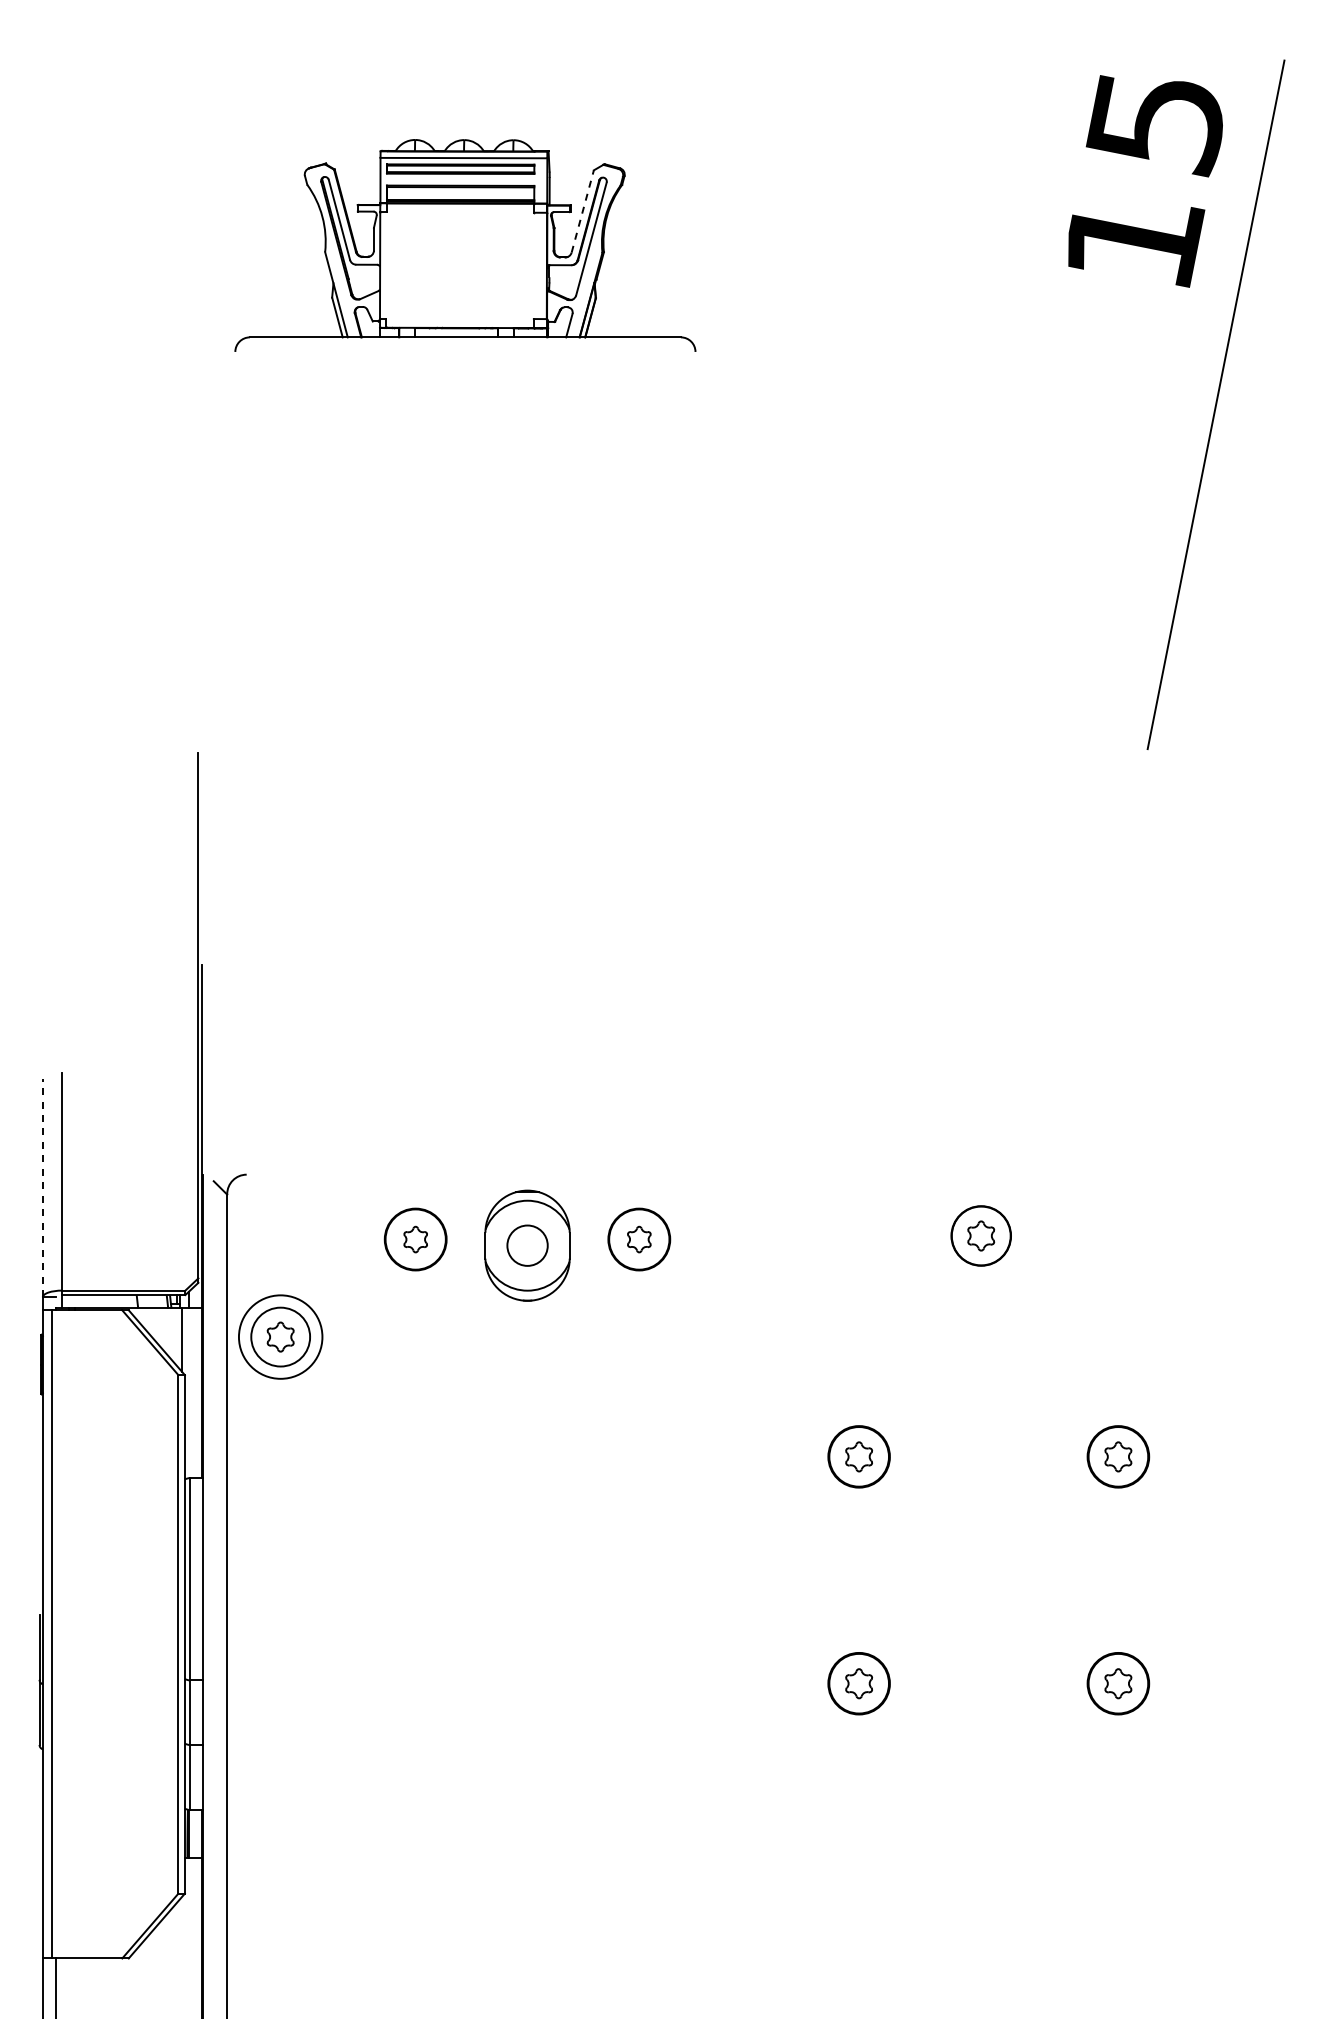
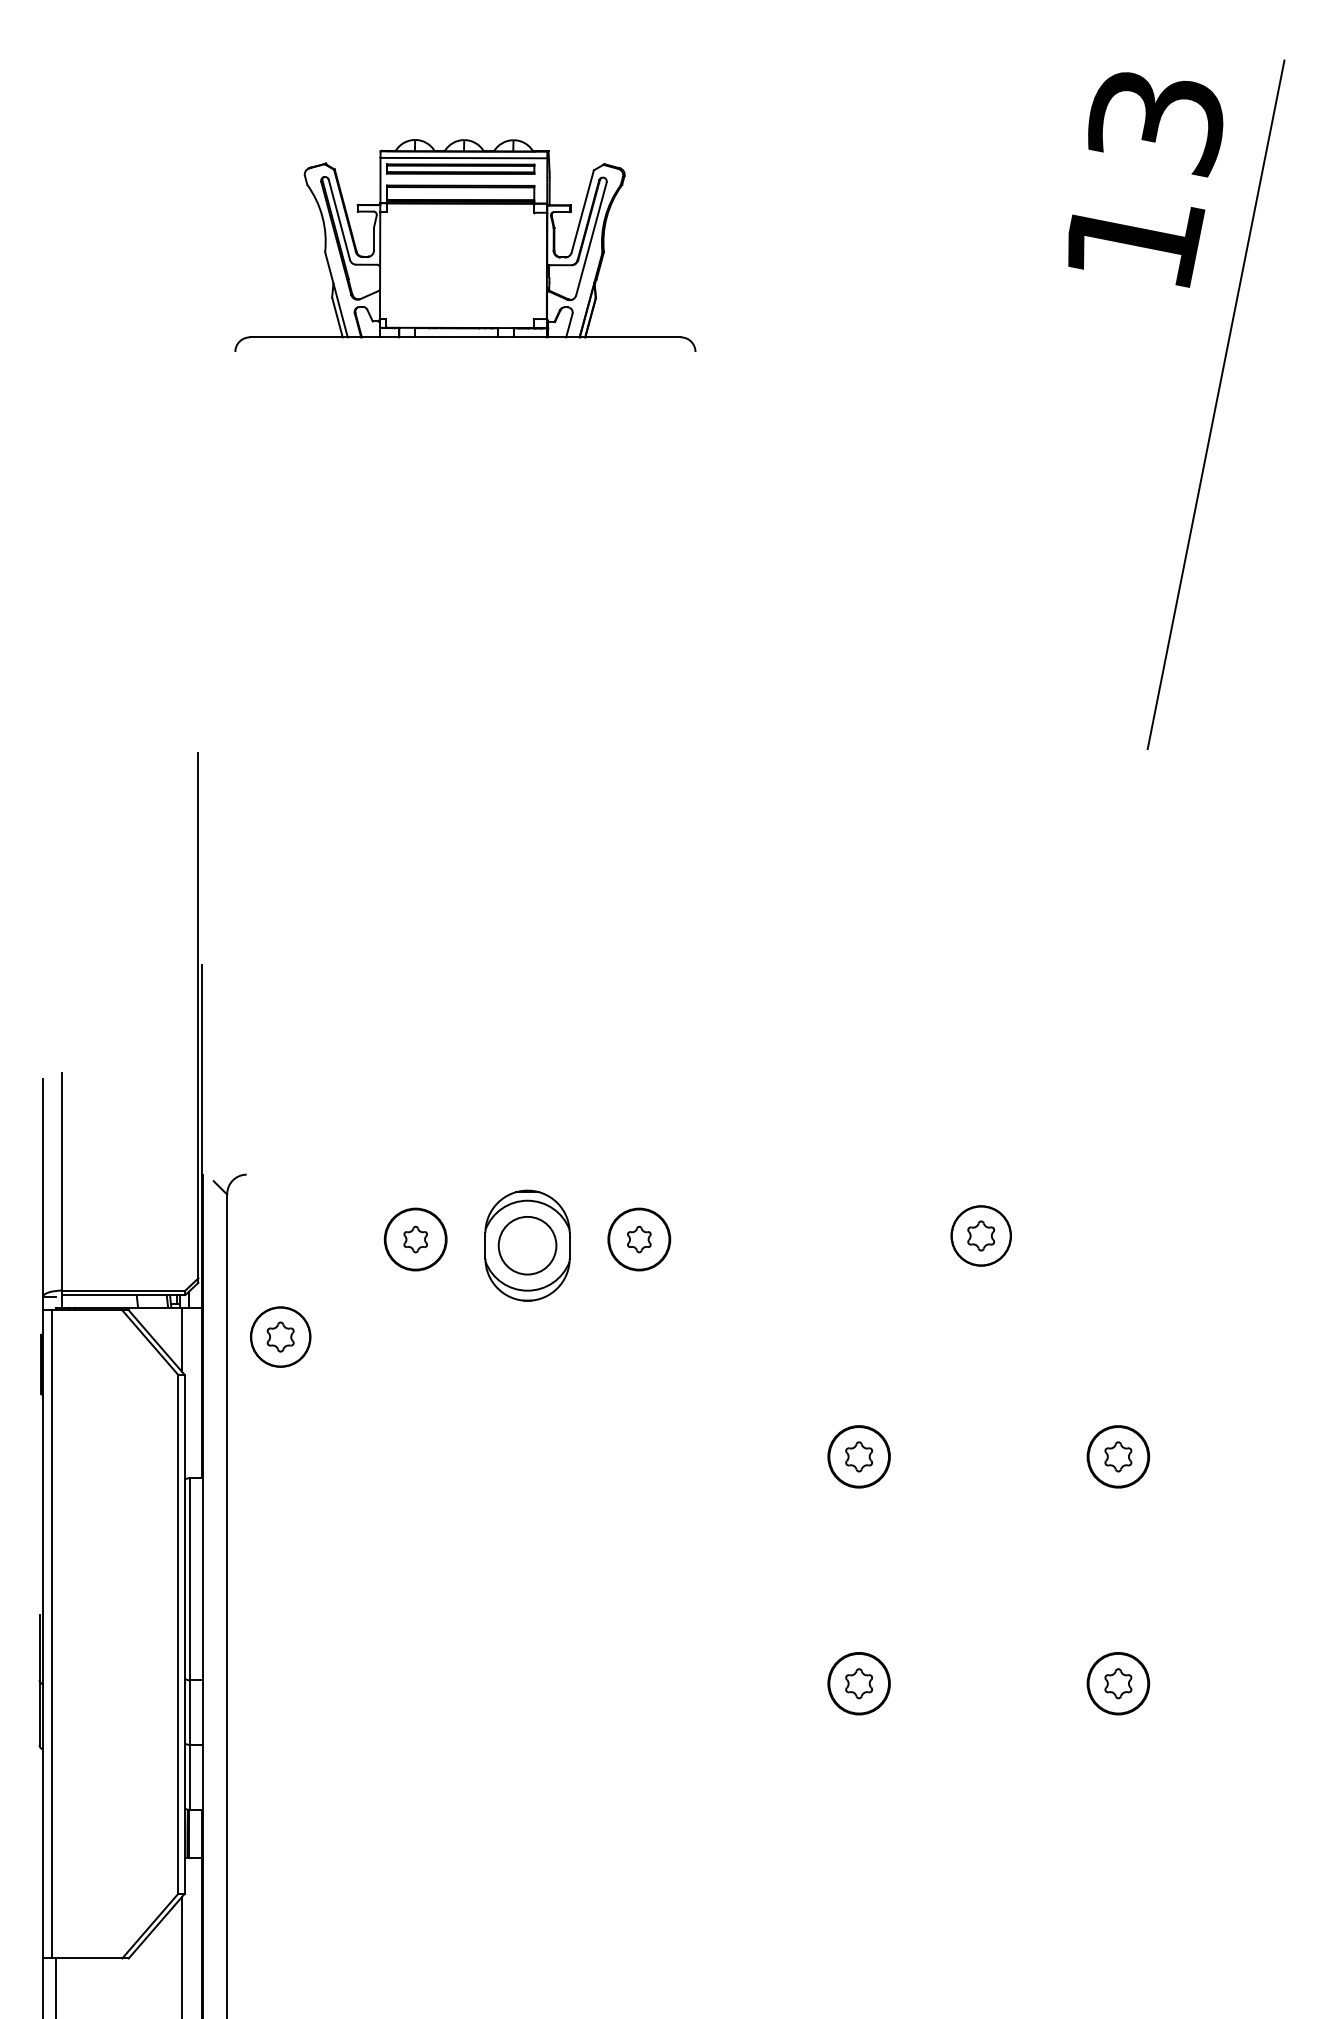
text at (1154, 124): 15 -> 13
line at (582, 211): dashed -> solid
line at (42, 1187): dashed -> solid
circle at (527, 1245) diameter: 40 px -> 58 px
circle at (280, 1336) diameter: 83 px -> 60 px
line at (182, 1955): none -> present
